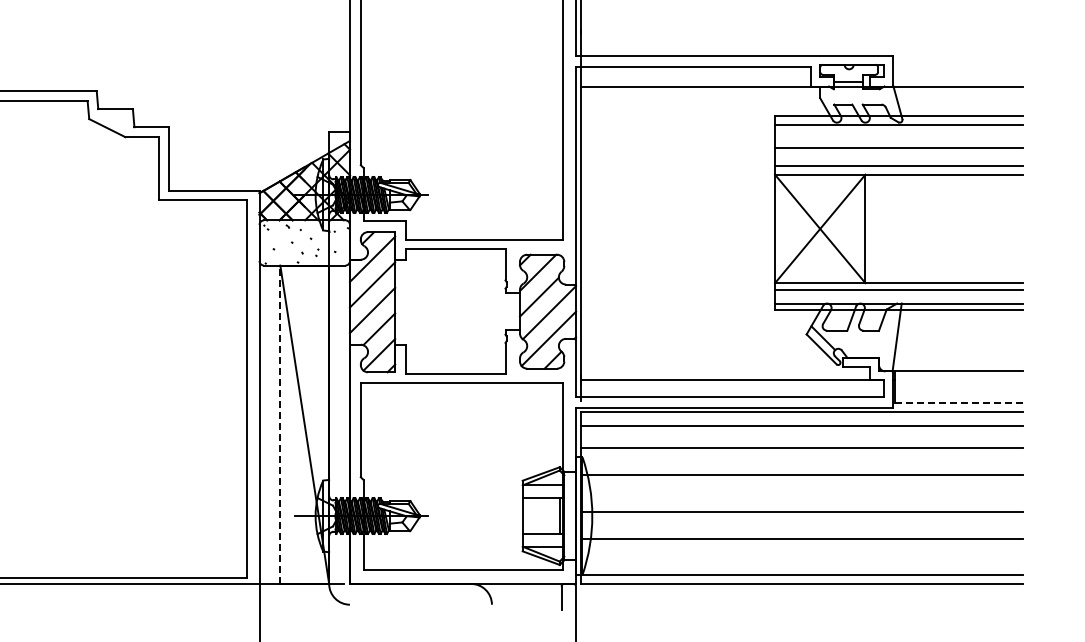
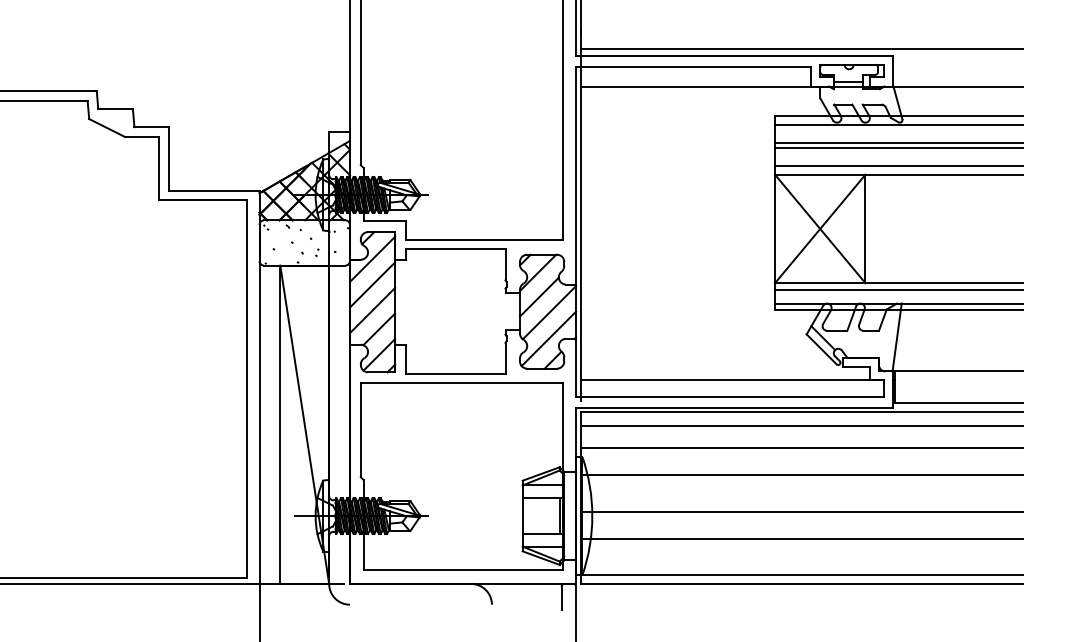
line at (801, 48): none -> present
line at (899, 143): none -> present
line at (958, 403): dashed -> solid
line at (280, 424): dashed -> solid
